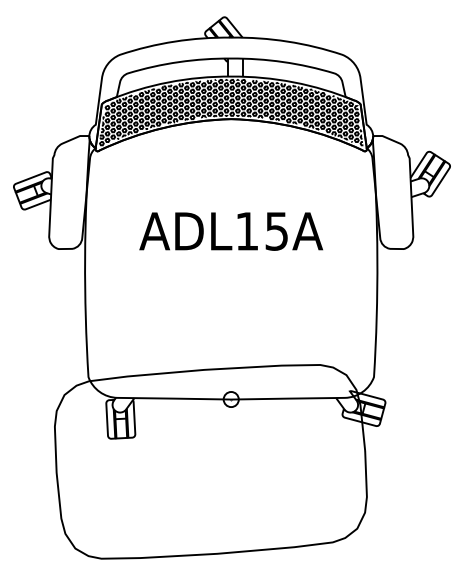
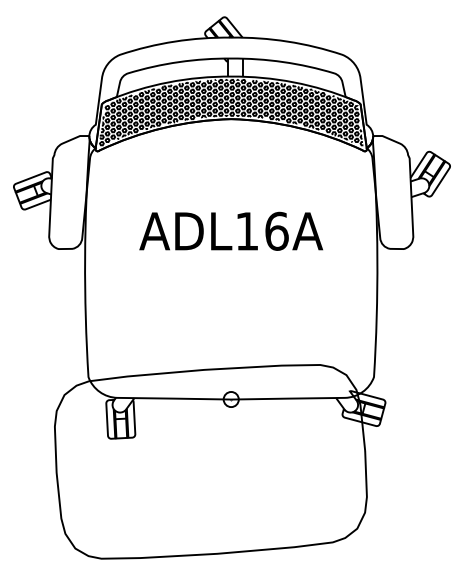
text at (276, 230): ADL15A -> ADL16A
